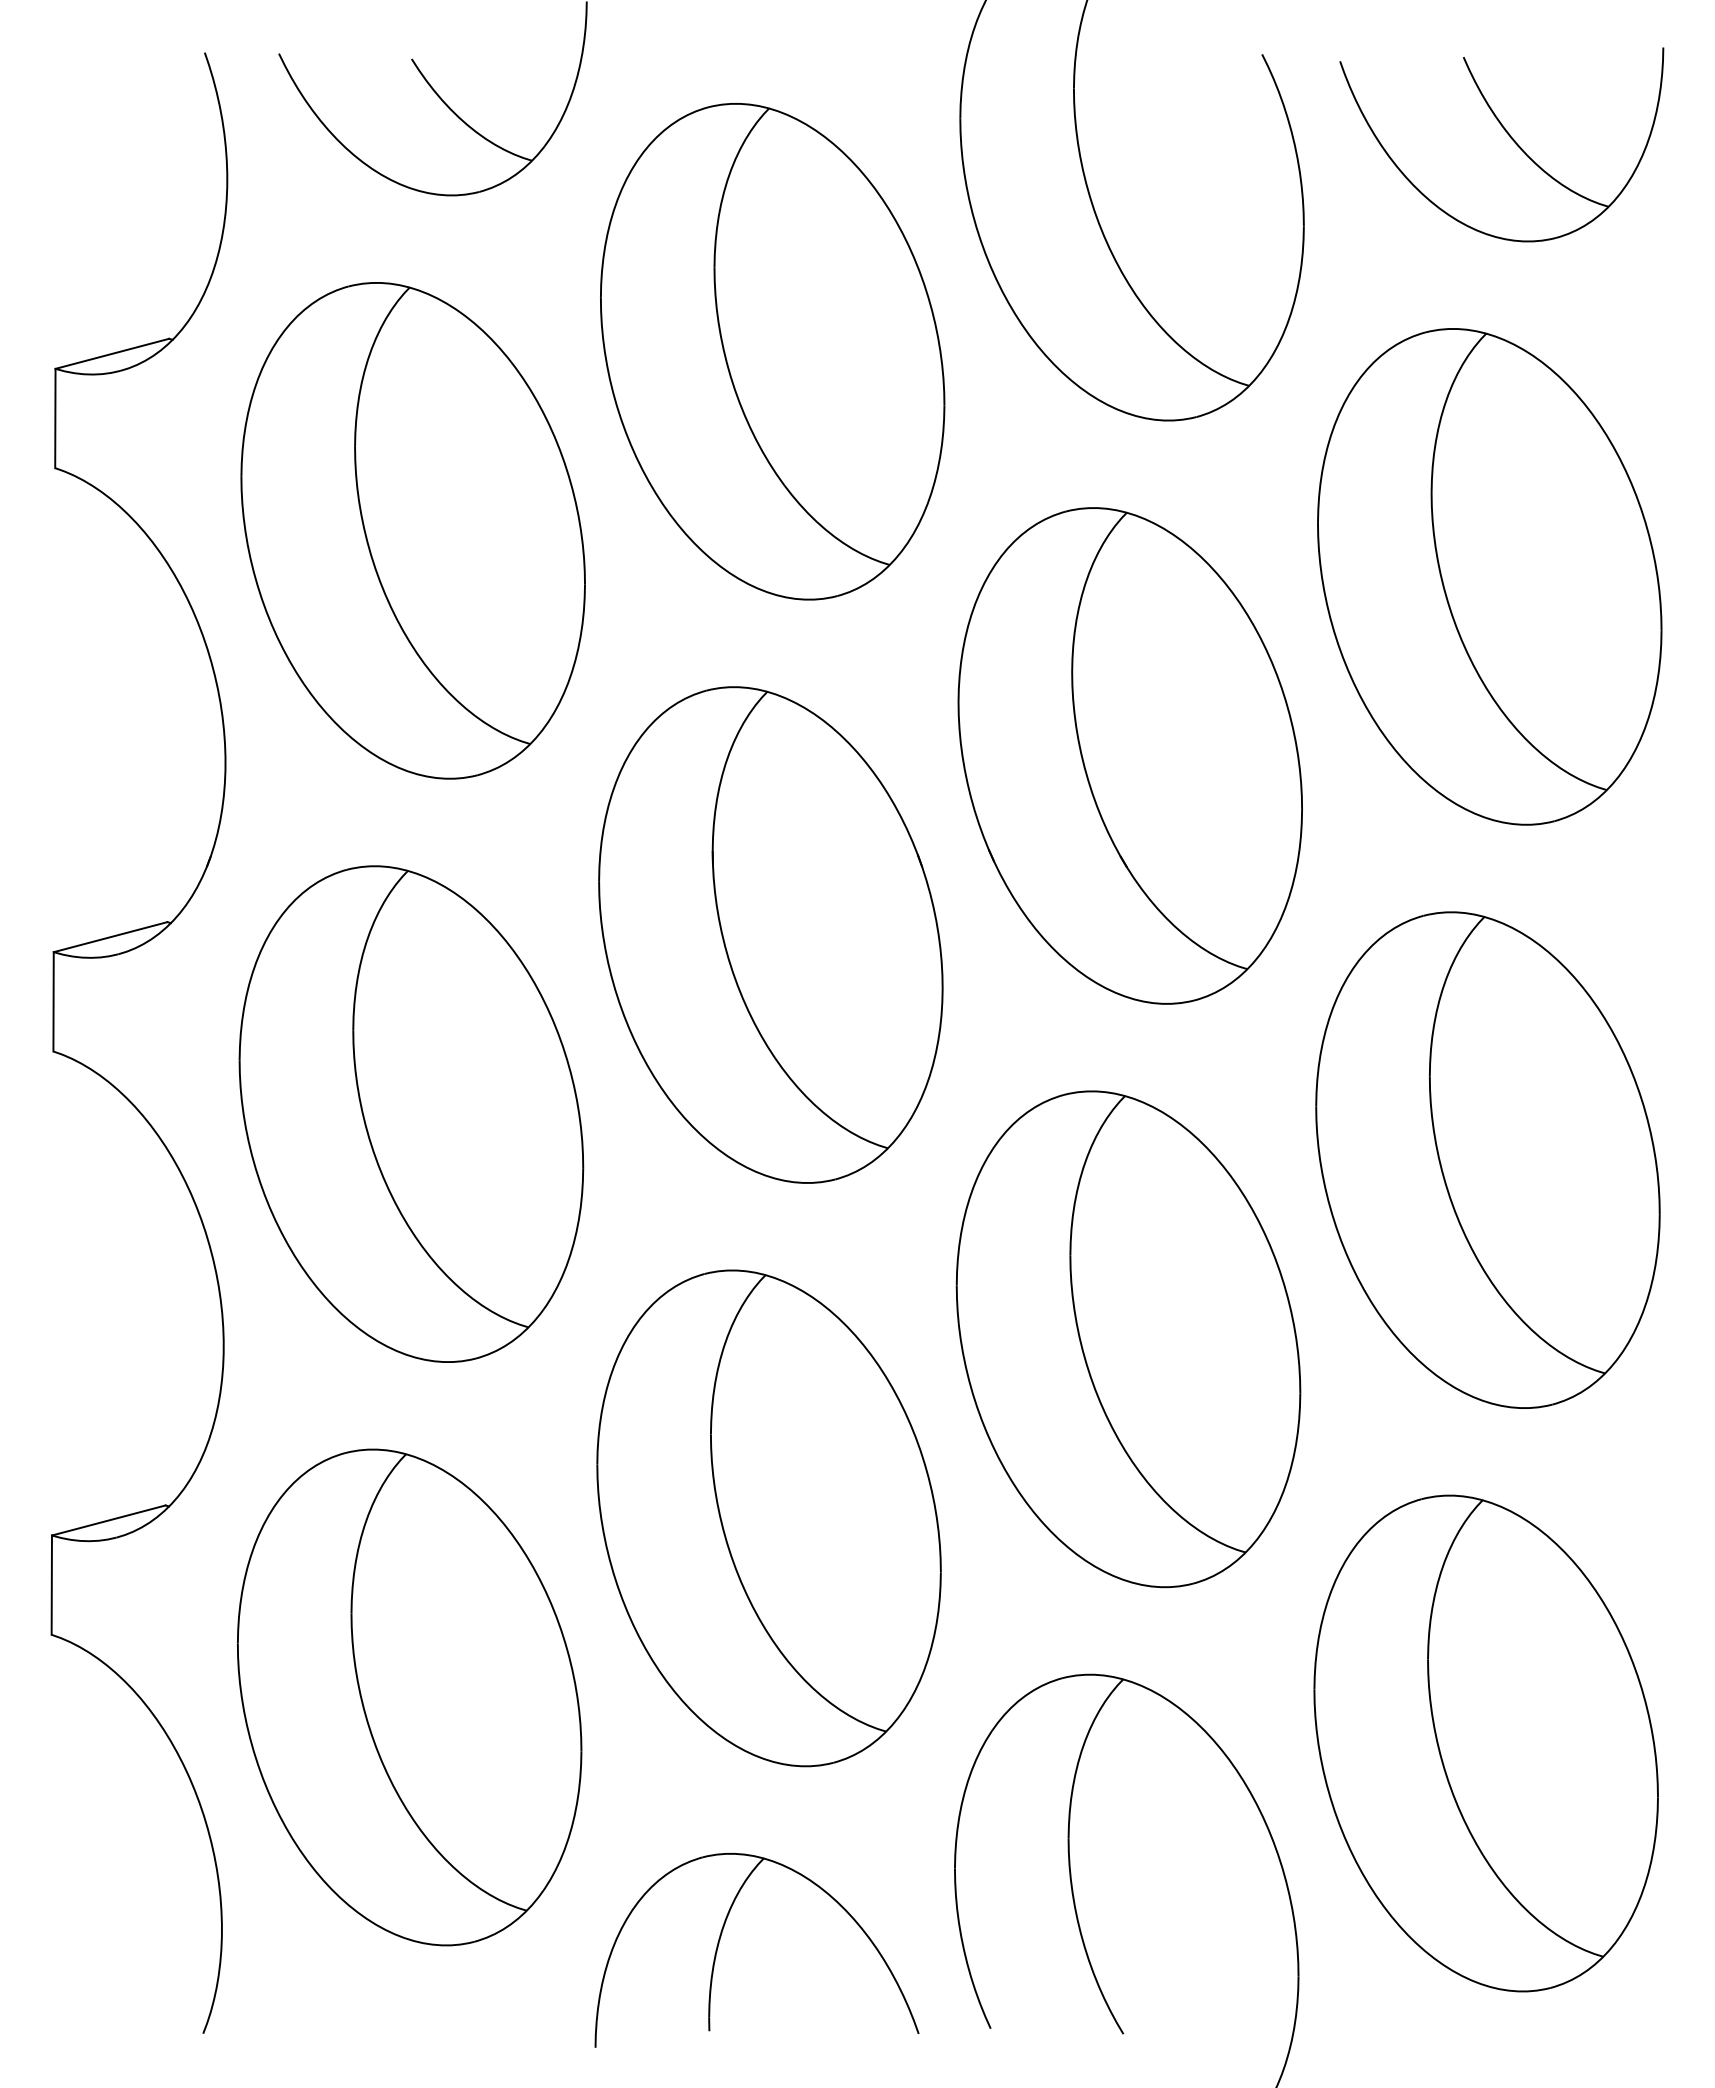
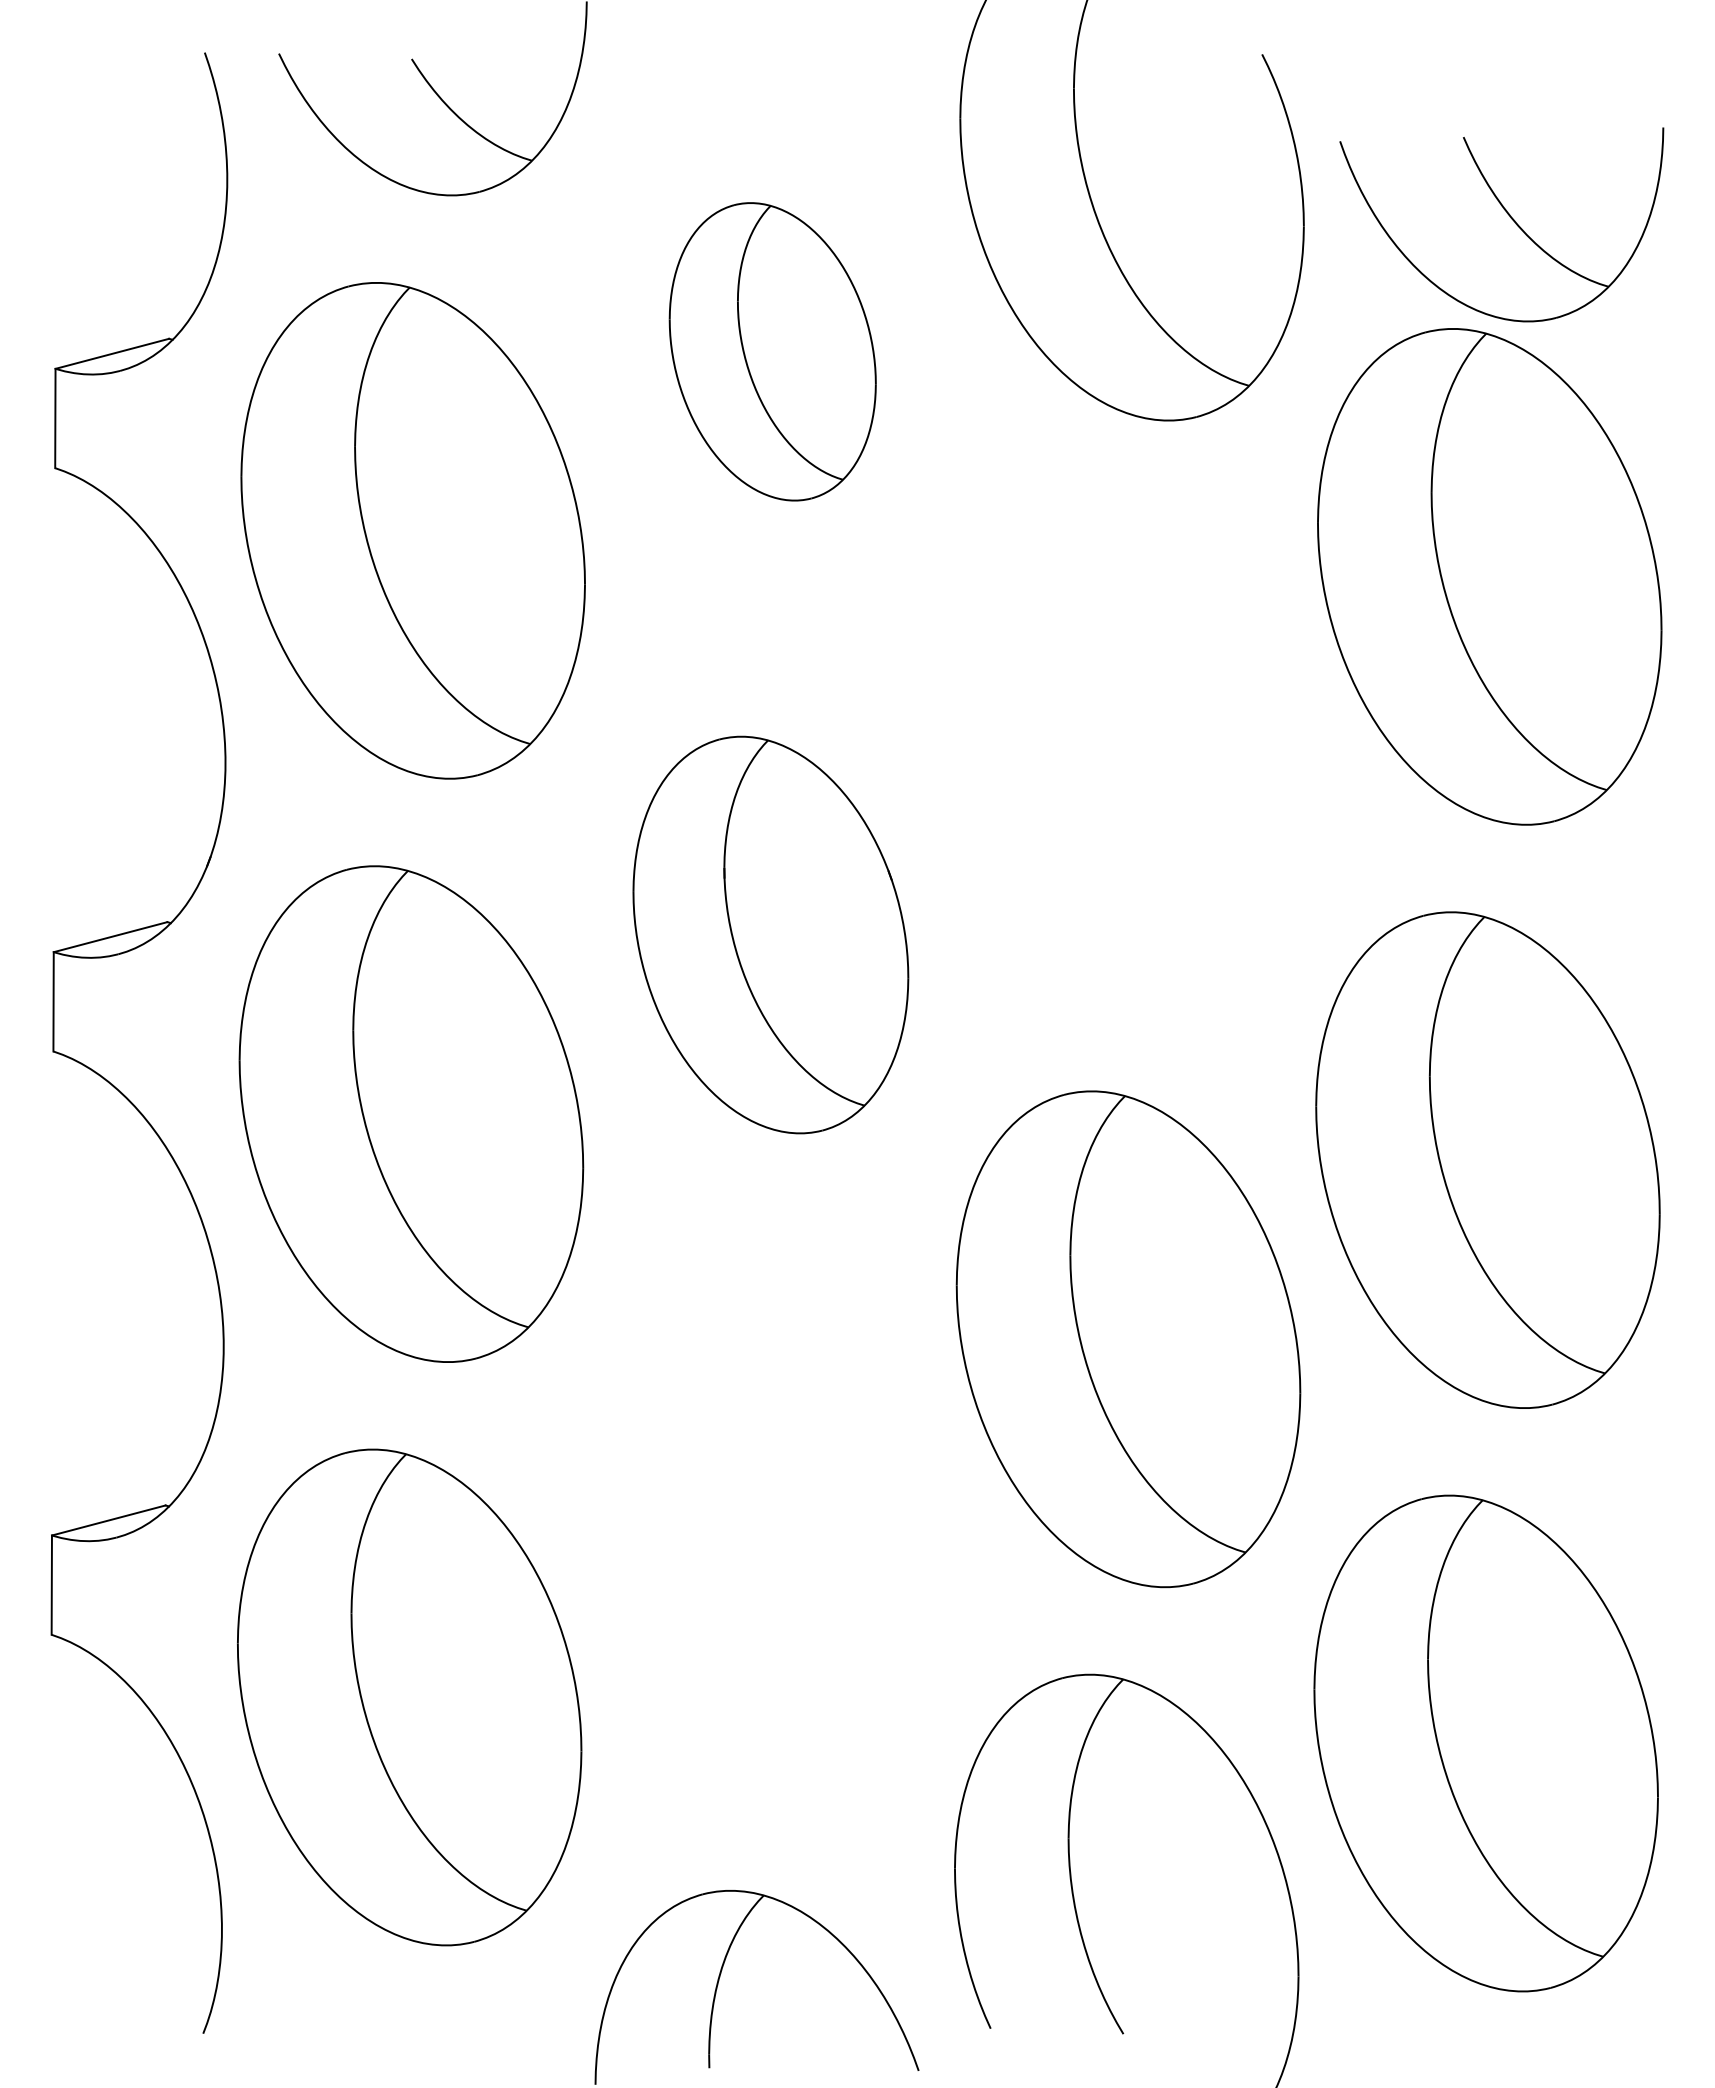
part at (1510, 138) position: (1510, 138) -> (1510, 218)
part at (772, 351) size: 346x498 px -> 209x300 px
part at (1129, 755): present -> none
part at (770, 934) size: 346x498 px -> 278x400 px
part at (768, 1518): present -> none
part at (720, 1940) position: (720, 1940) -> (720, 1977)
